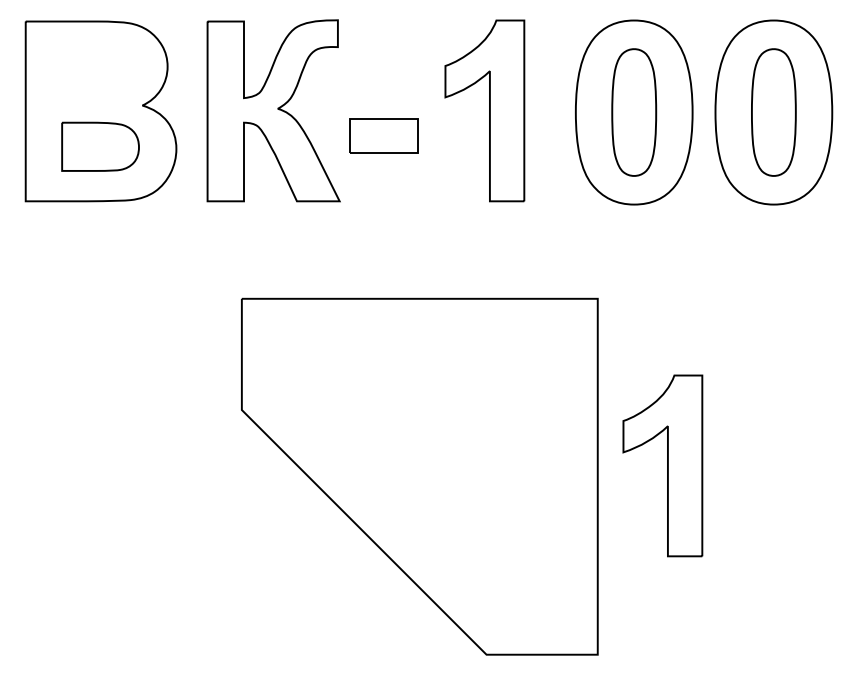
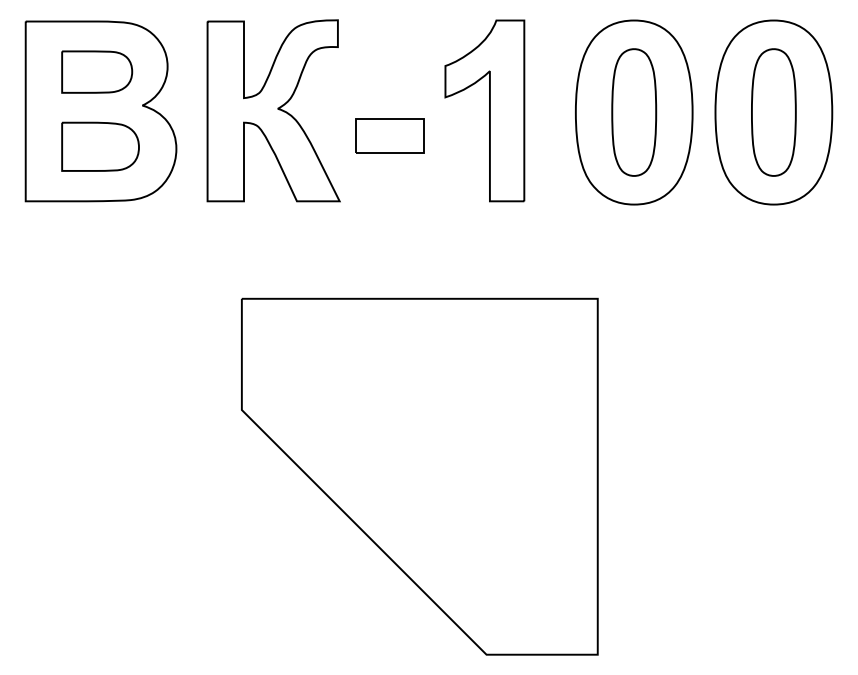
part at (97, 71): none -> present
part at (383, 135) position: (383, 135) -> (389, 135)
part at (662, 465): present -> none
